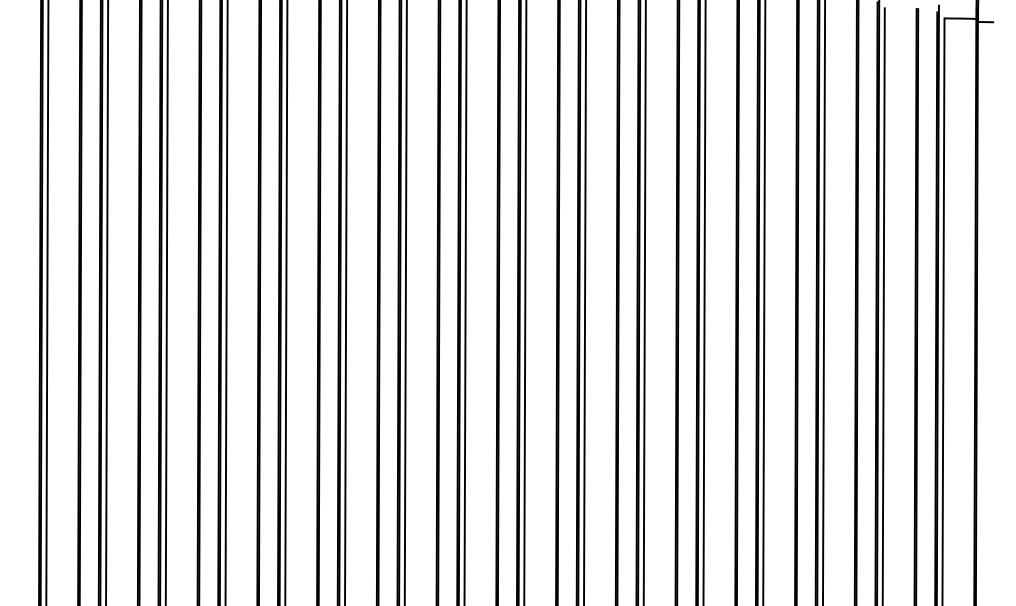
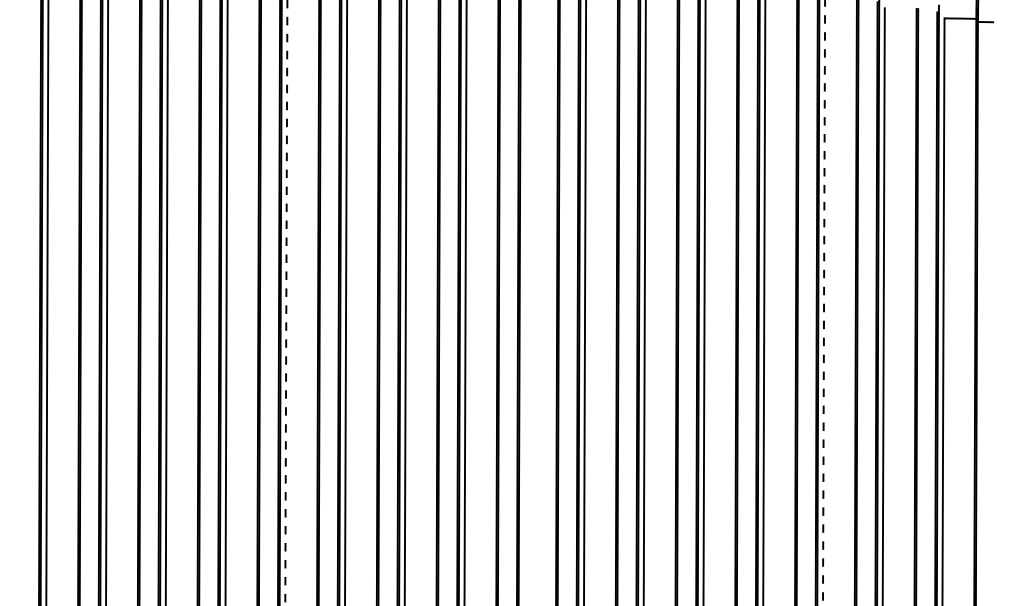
line at (286, 302): solid -> dashed
line at (525, 302): present -> none
line at (824, 303): solid -> dashed
